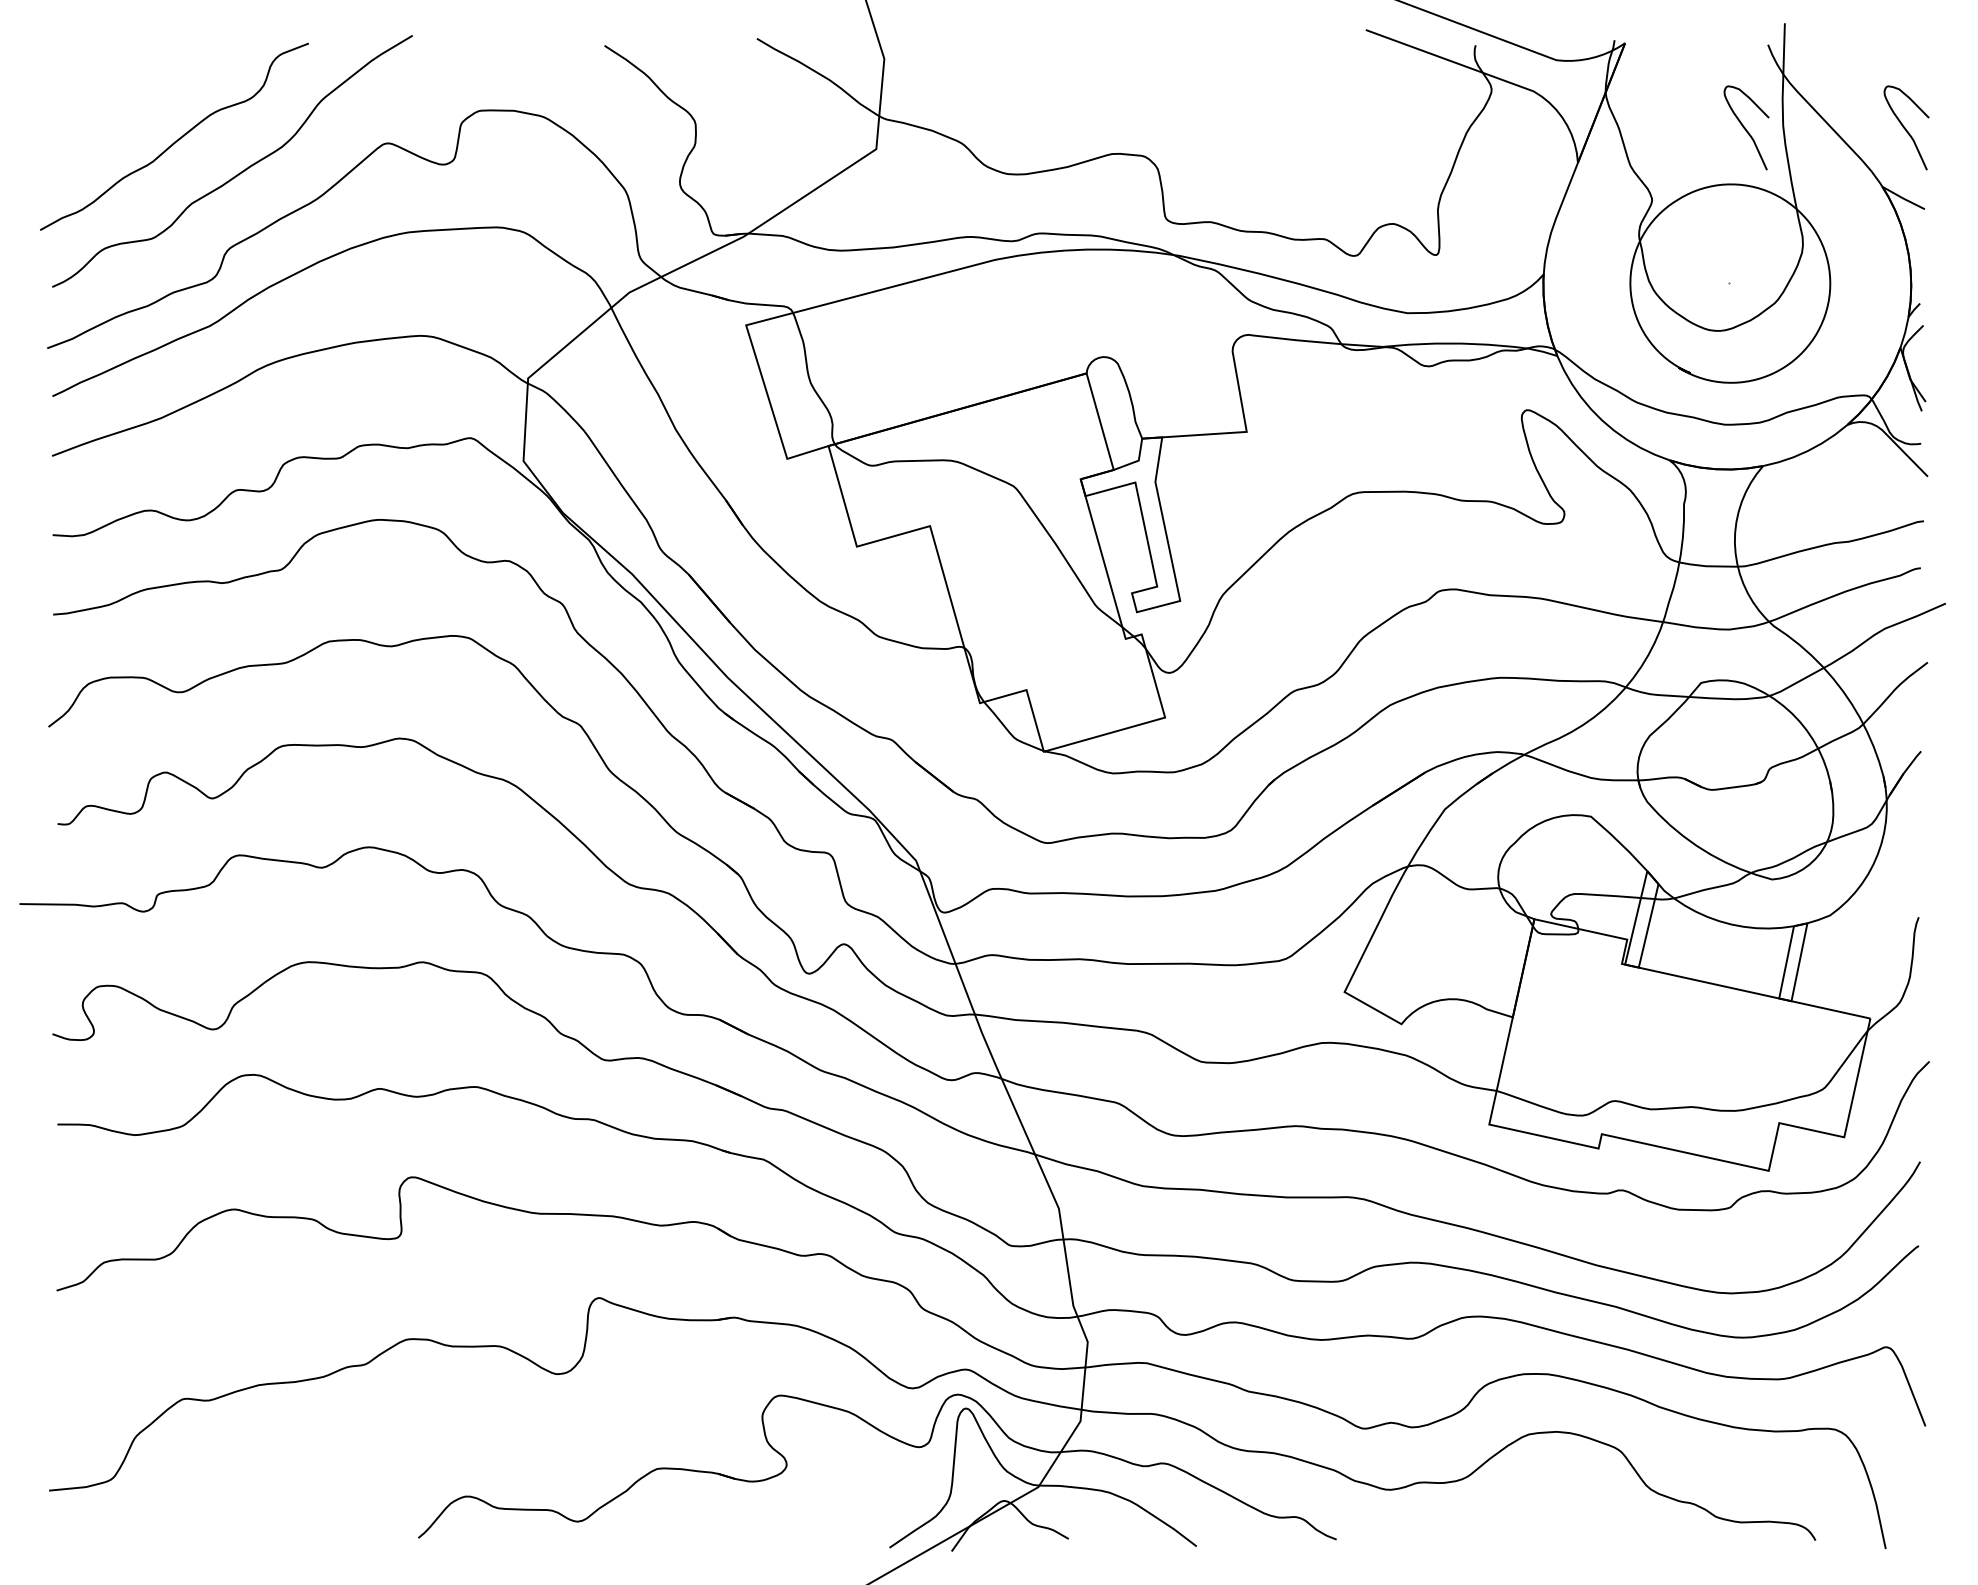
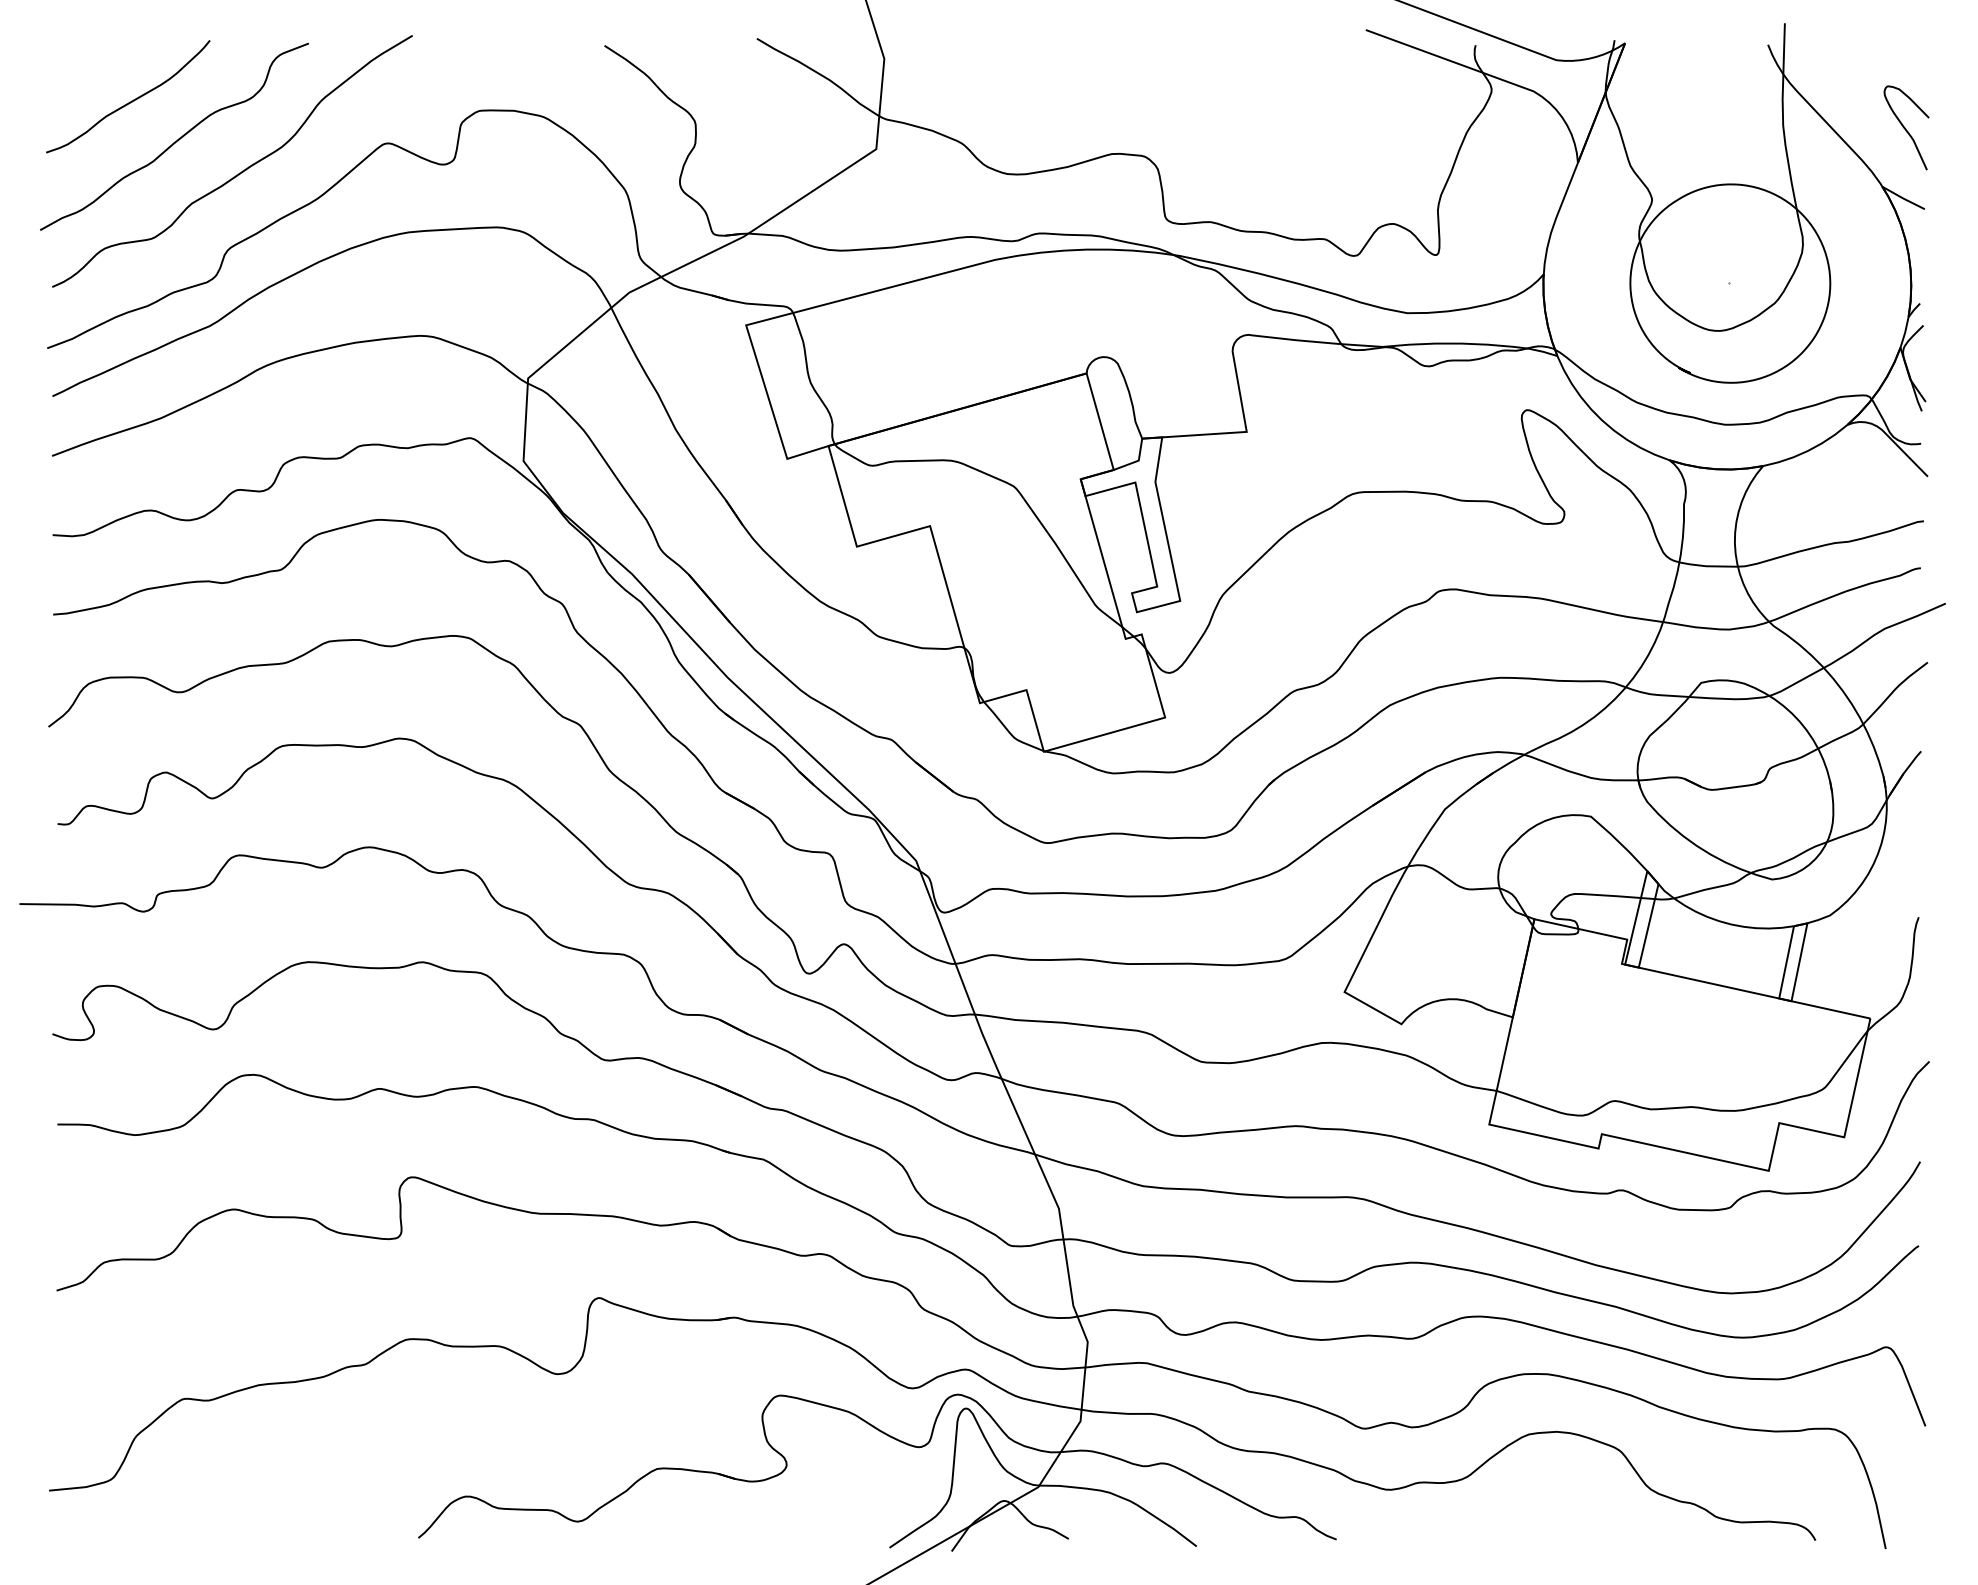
curve at (131, 100): none -> present
curve at (1745, 127): present -> none
